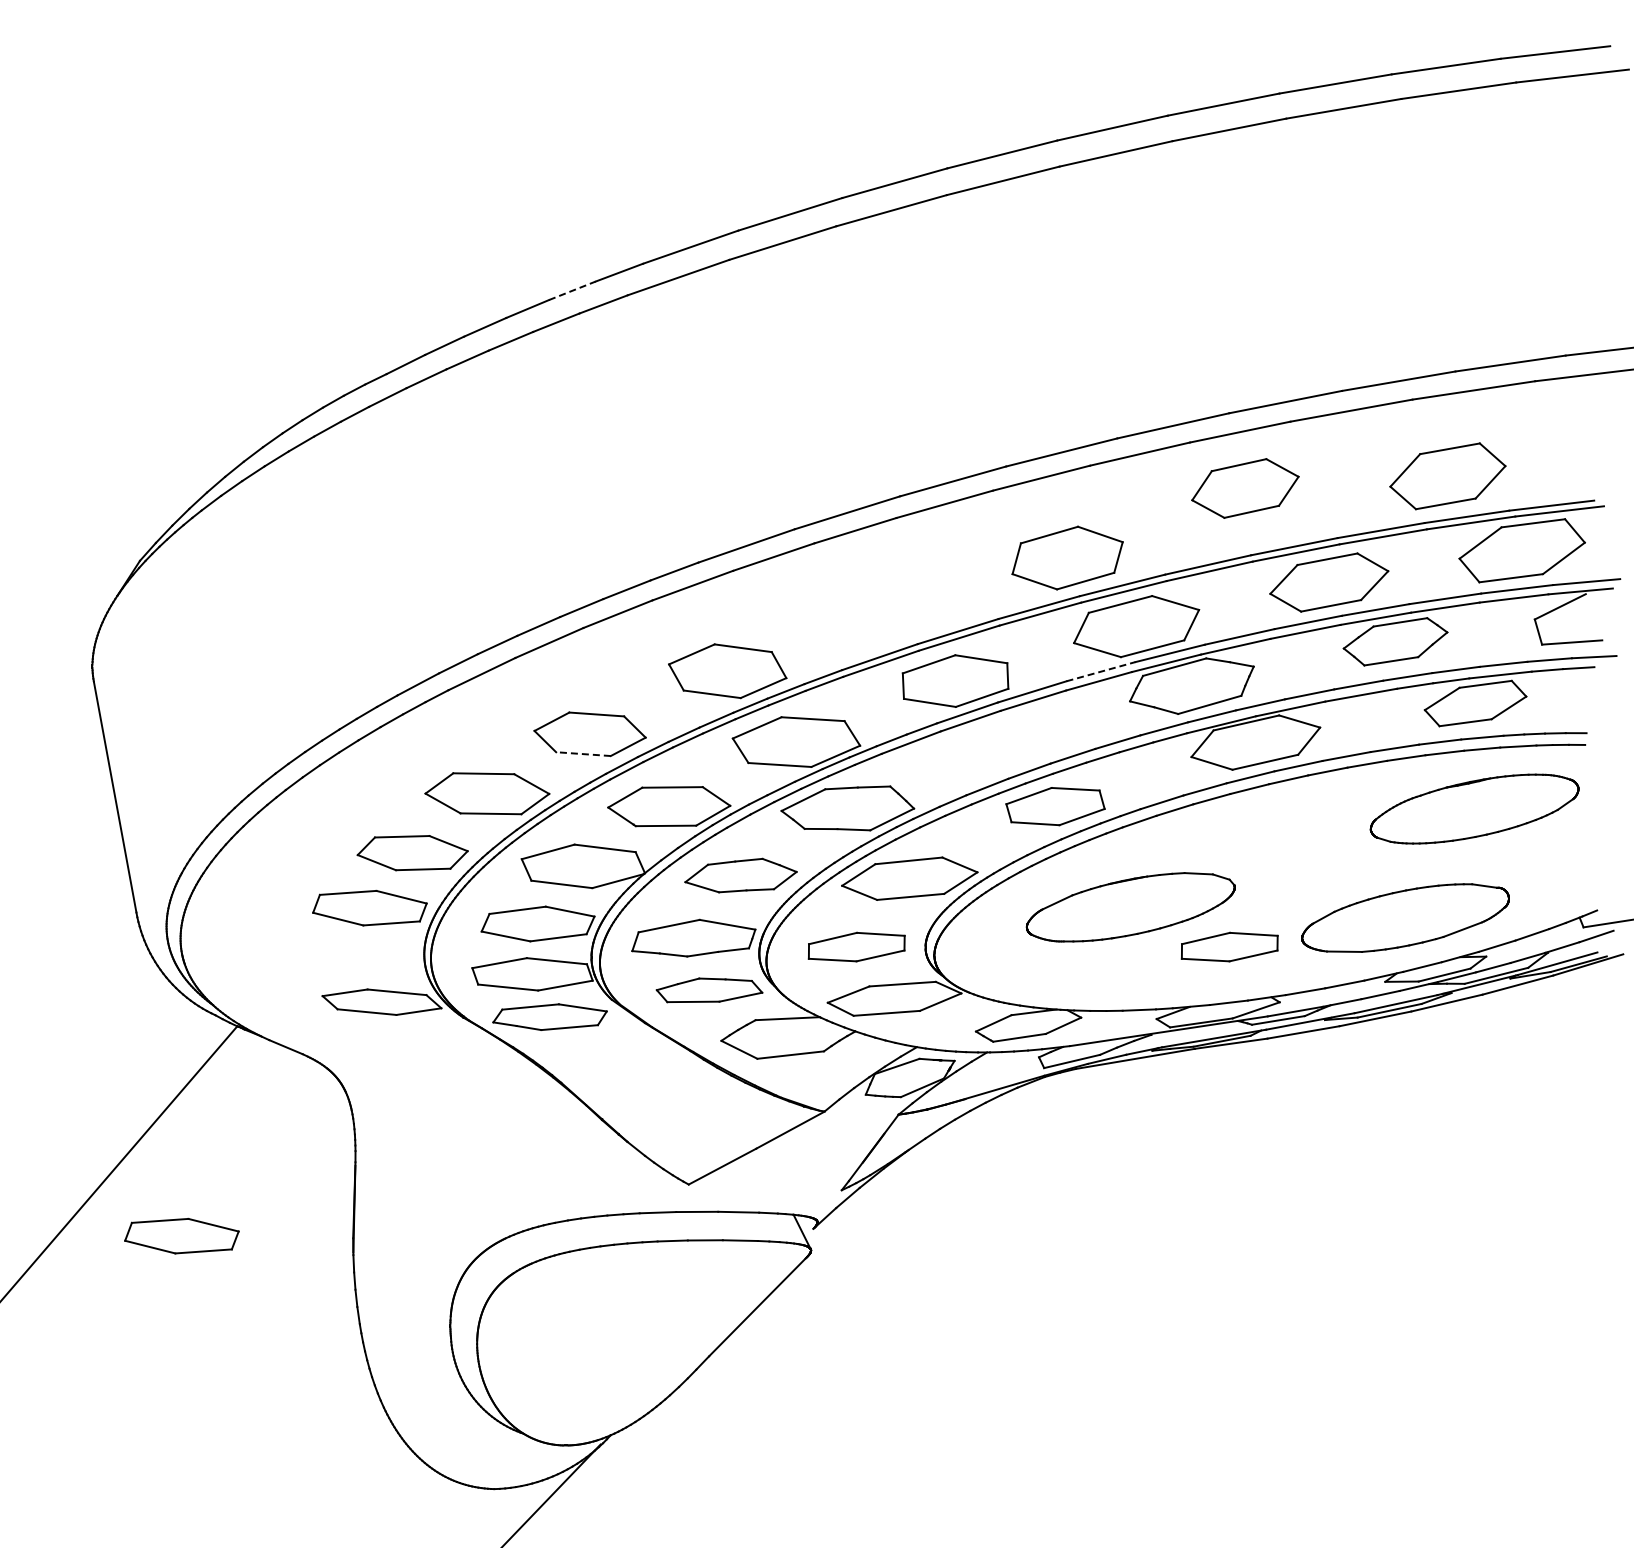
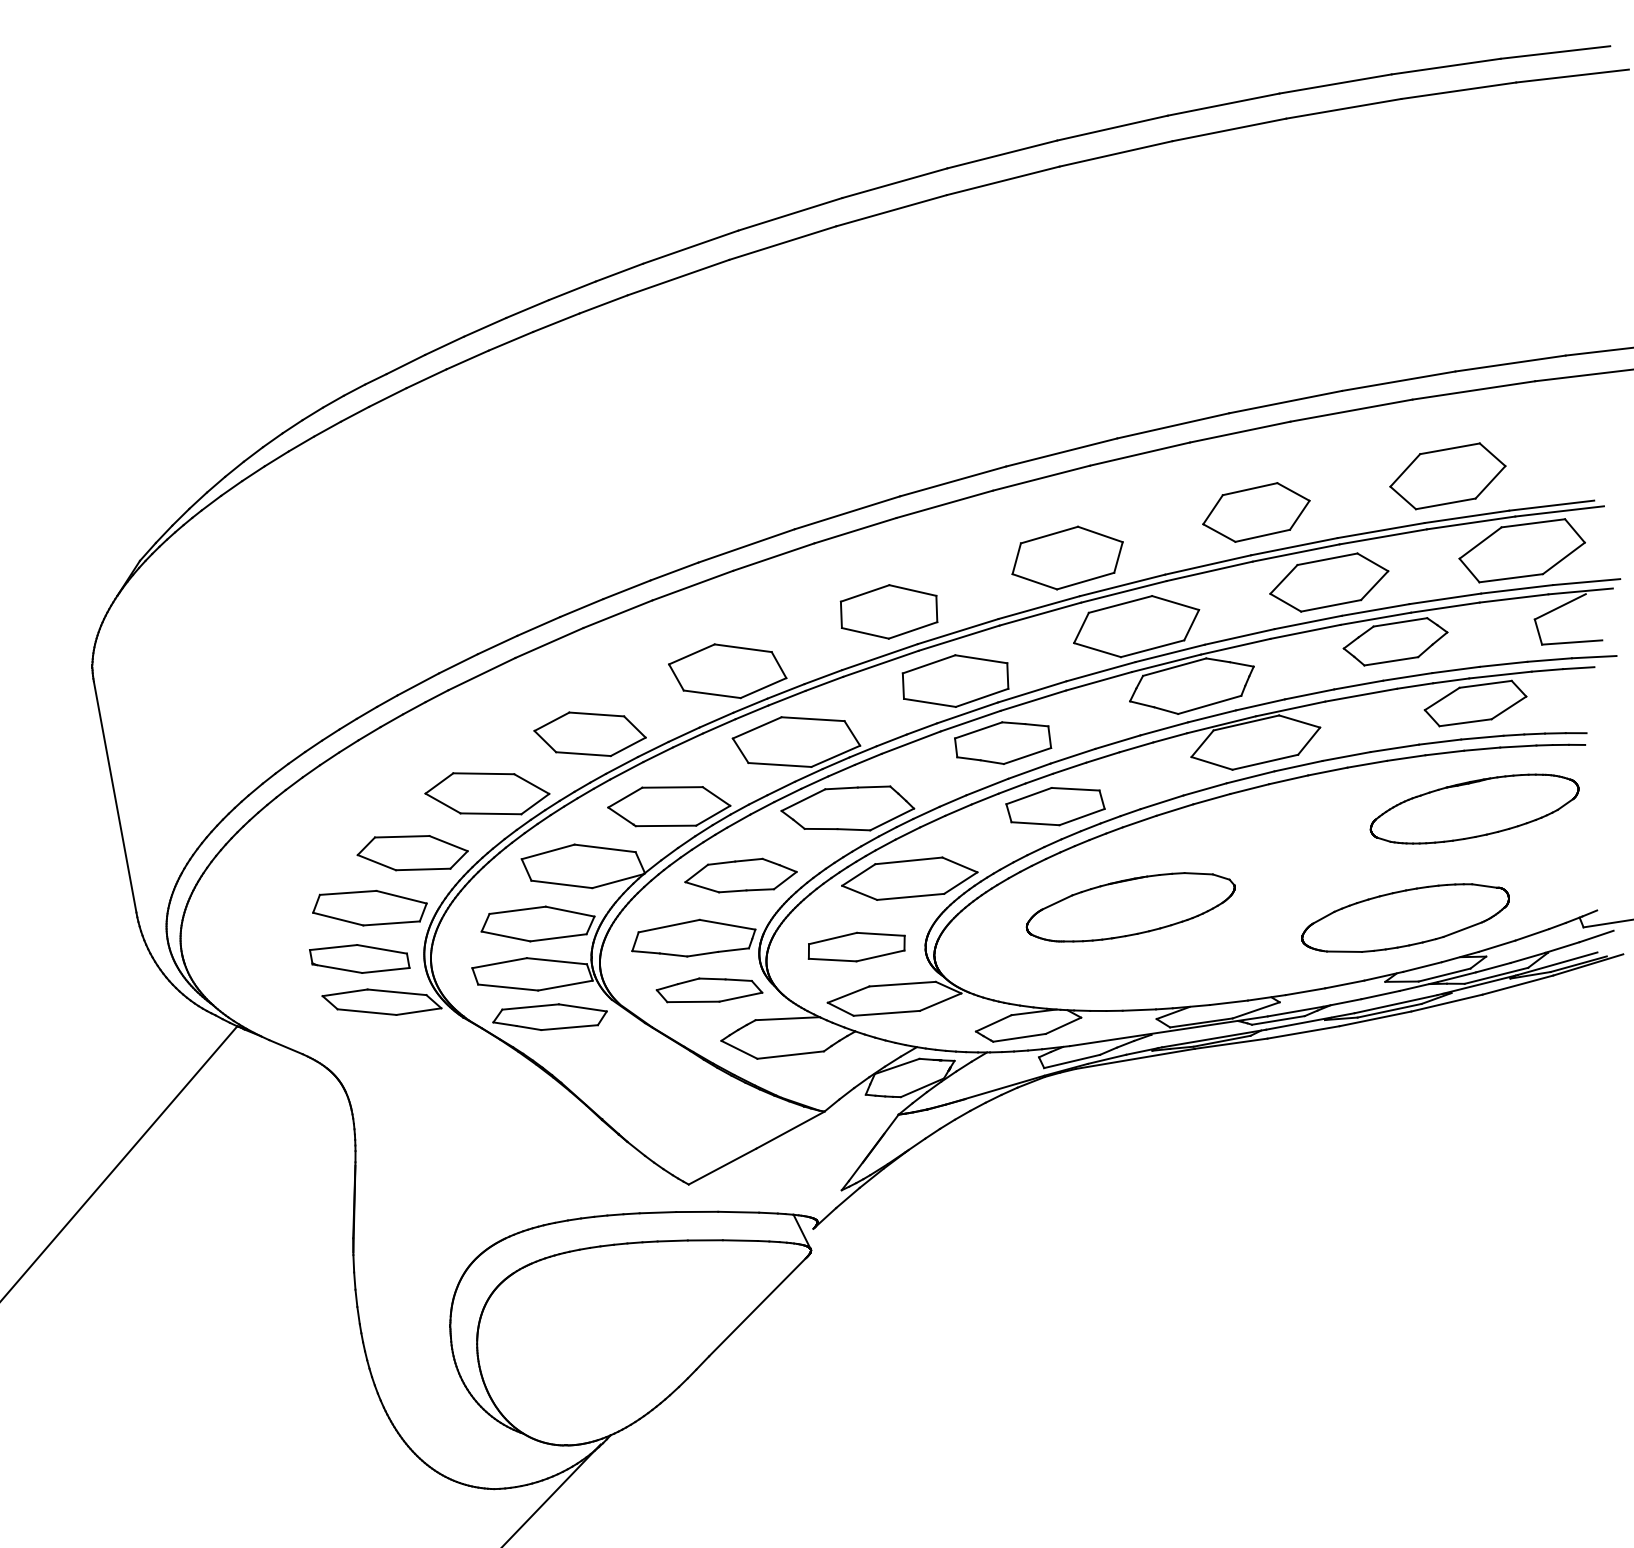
line at (572, 290): dashed -> solid
part at (1245, 488) position: (1245, 488) -> (1256, 512)
part at (888, 611): none -> present
line at (1101, 671): dashed -> solid
part at (1003, 742): none -> present
line at (582, 754): dashed -> solid
part at (1229, 946): present -> none
part at (359, 958): none -> present
part at (181, 1235): present -> none
